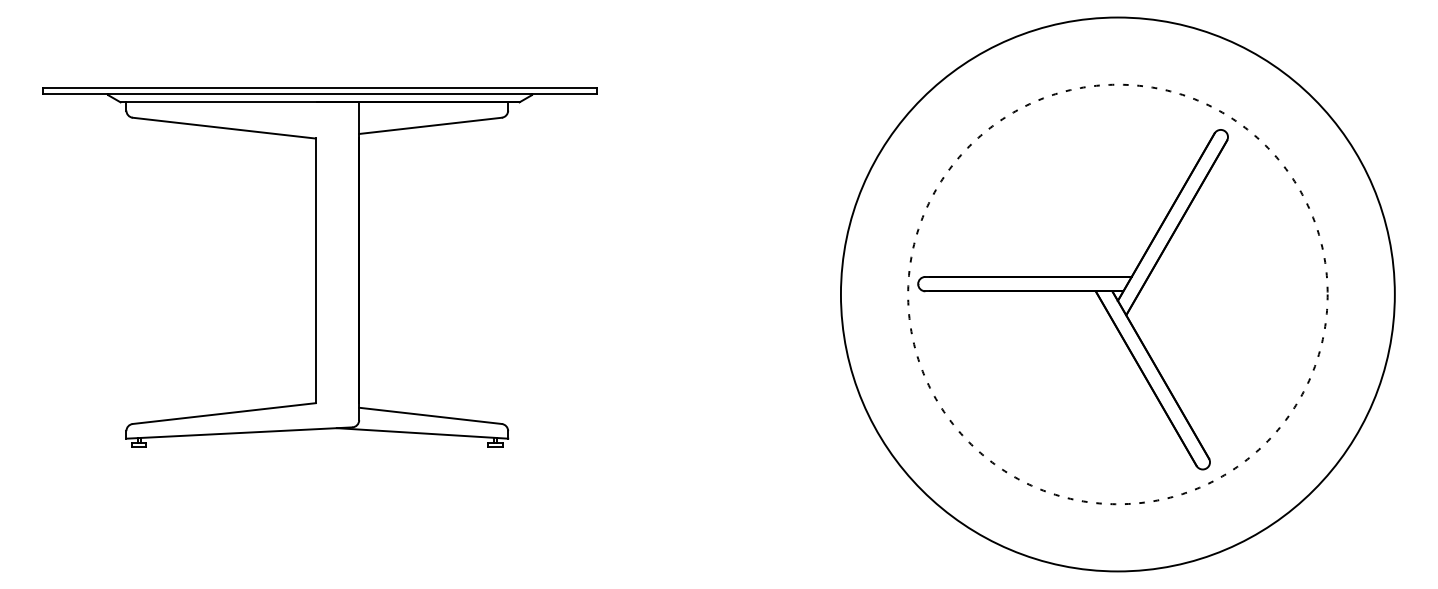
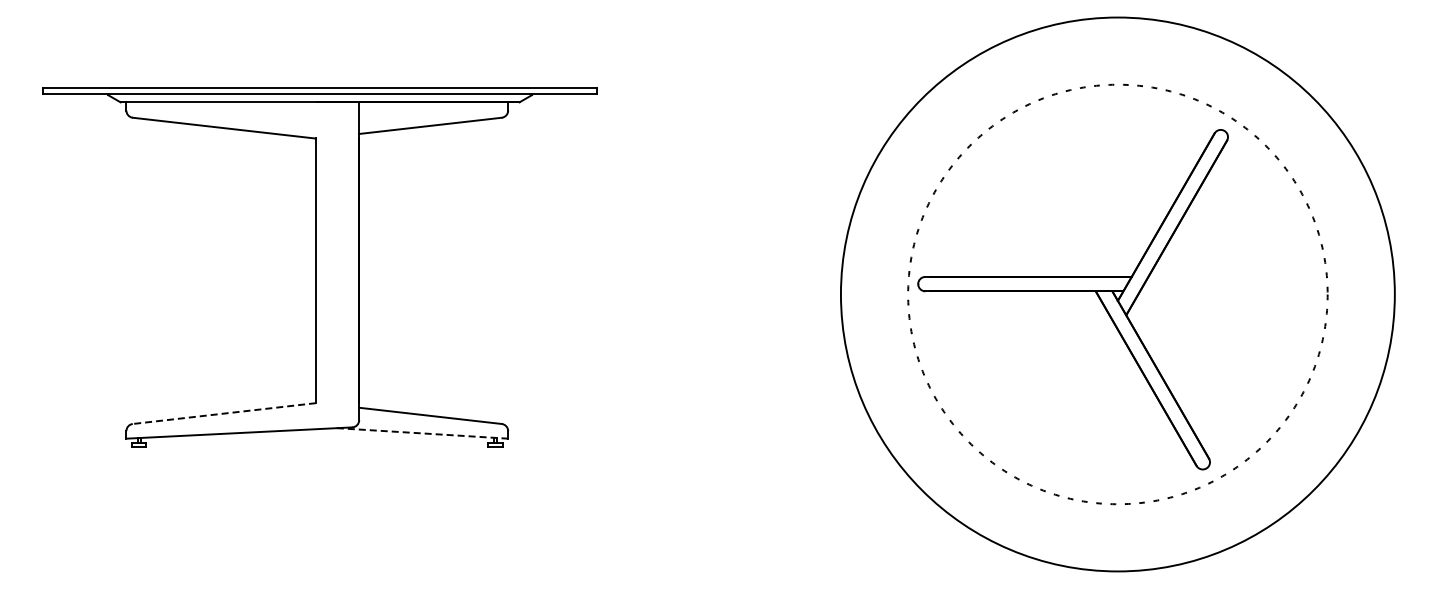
line at (223, 413): solid -> dashed
line at (422, 433): solid -> dashed
